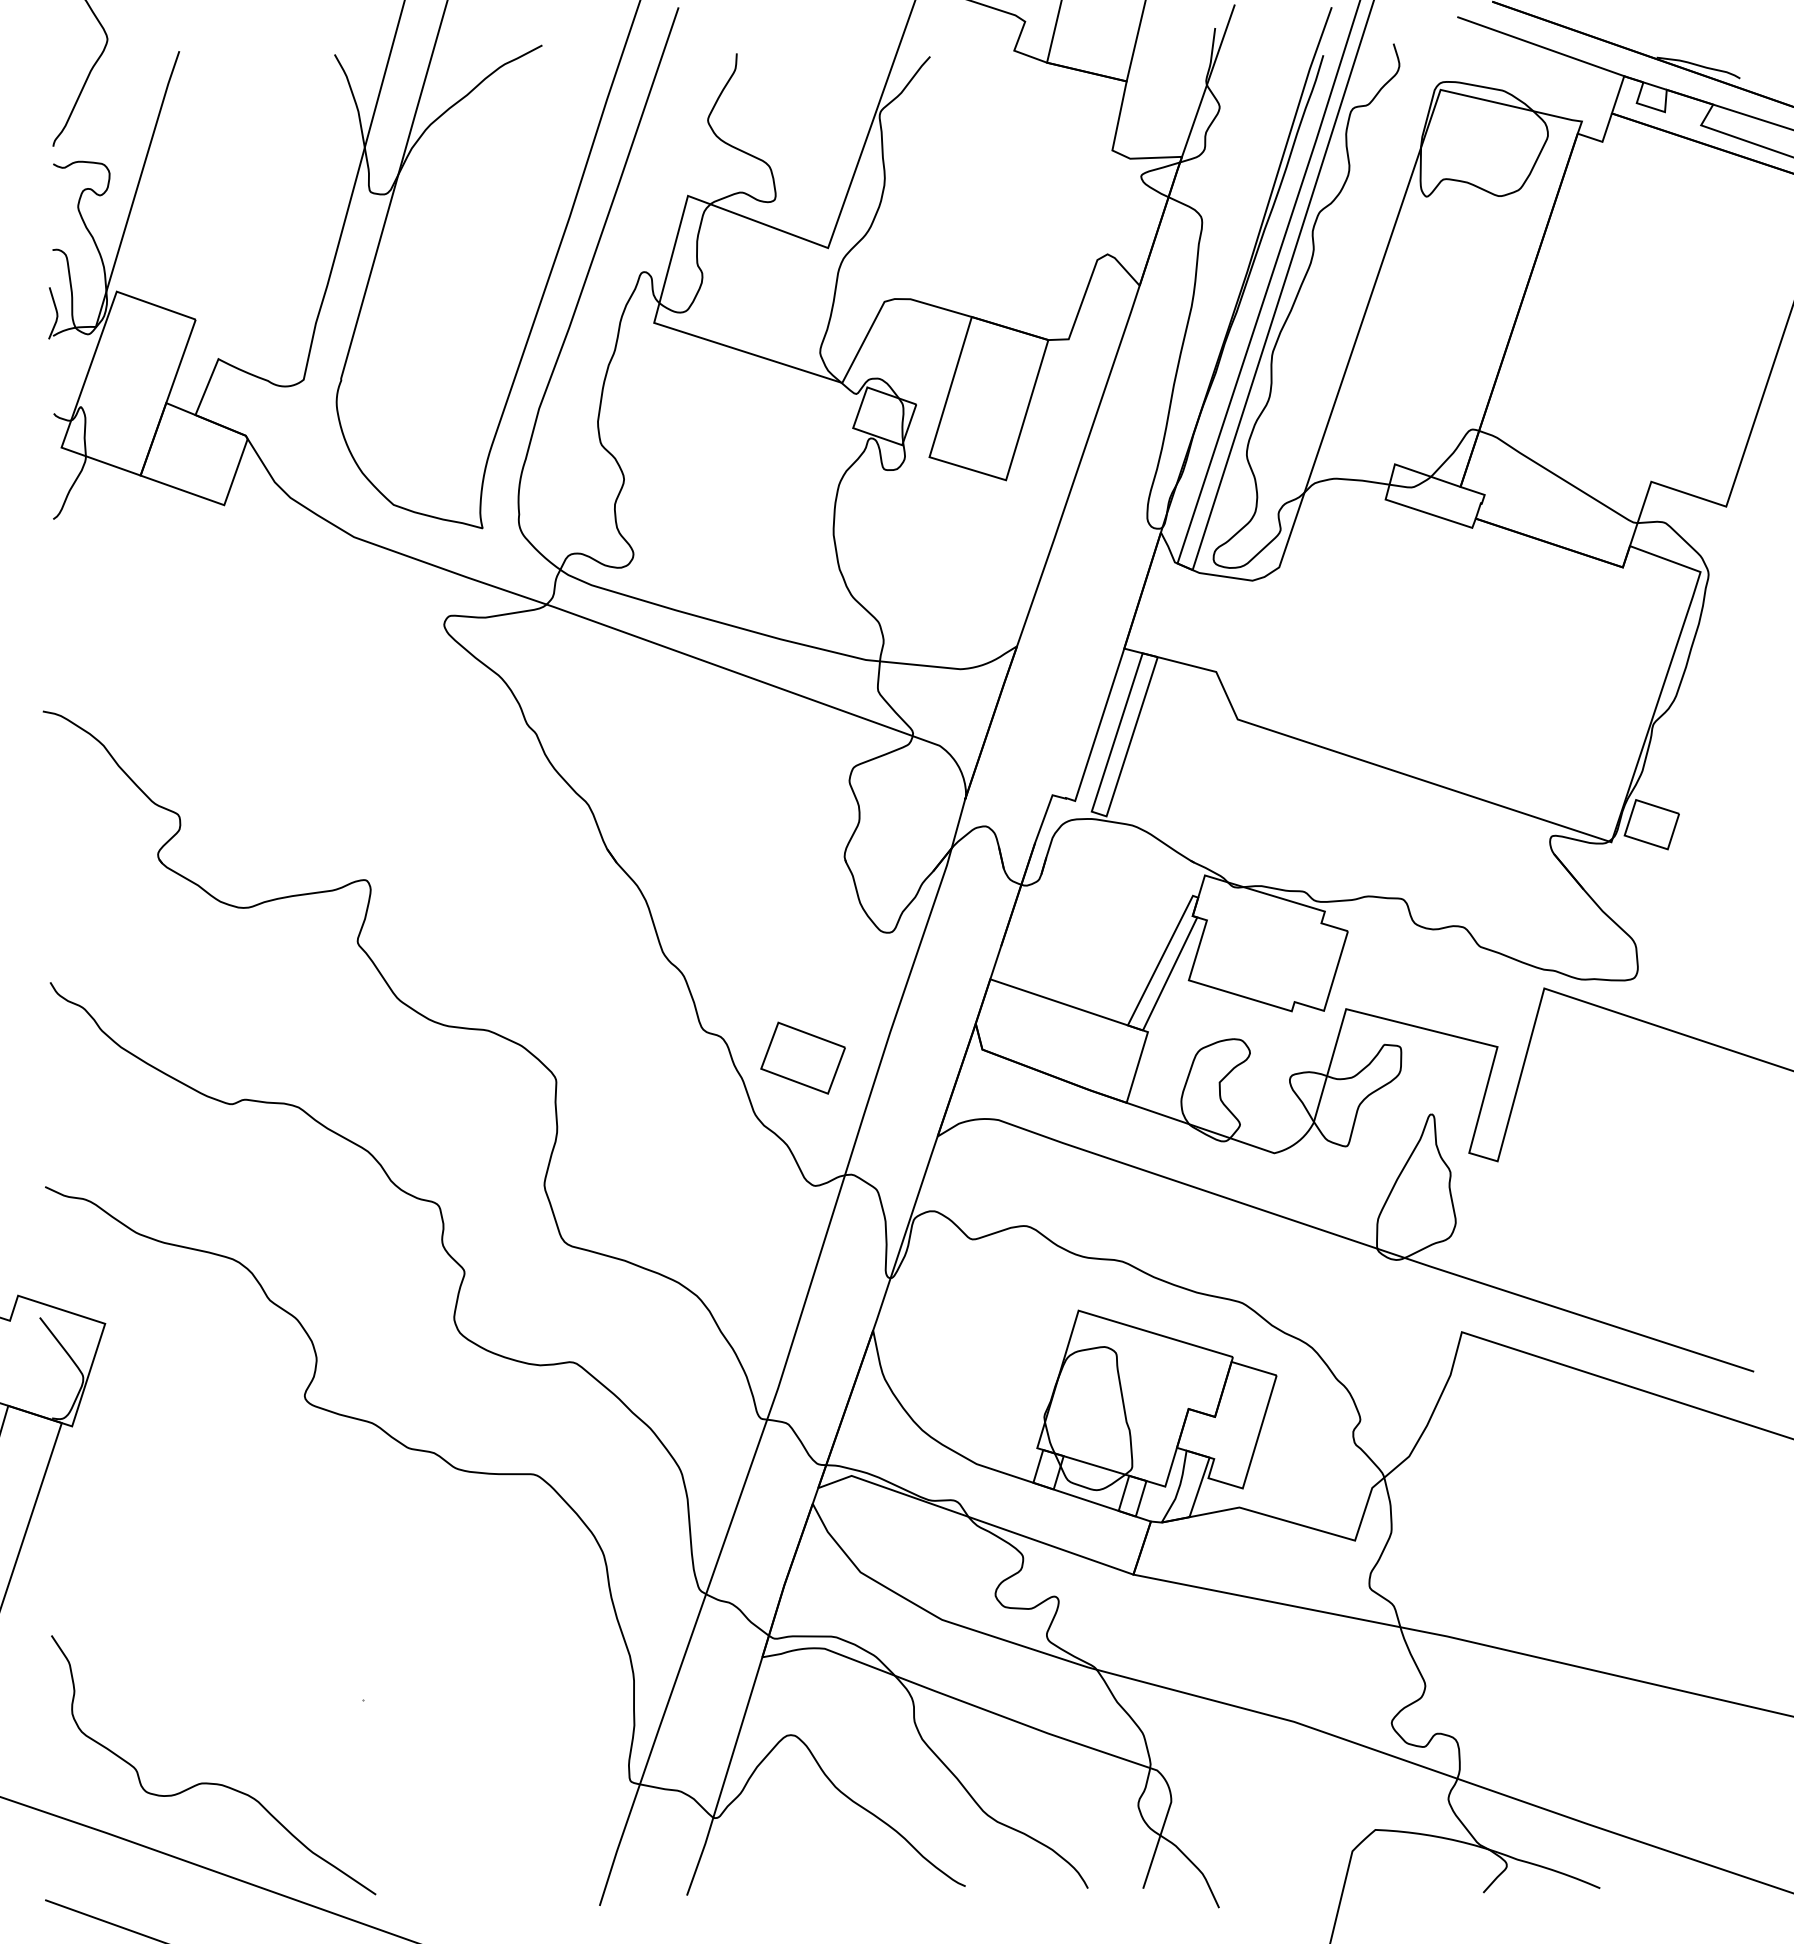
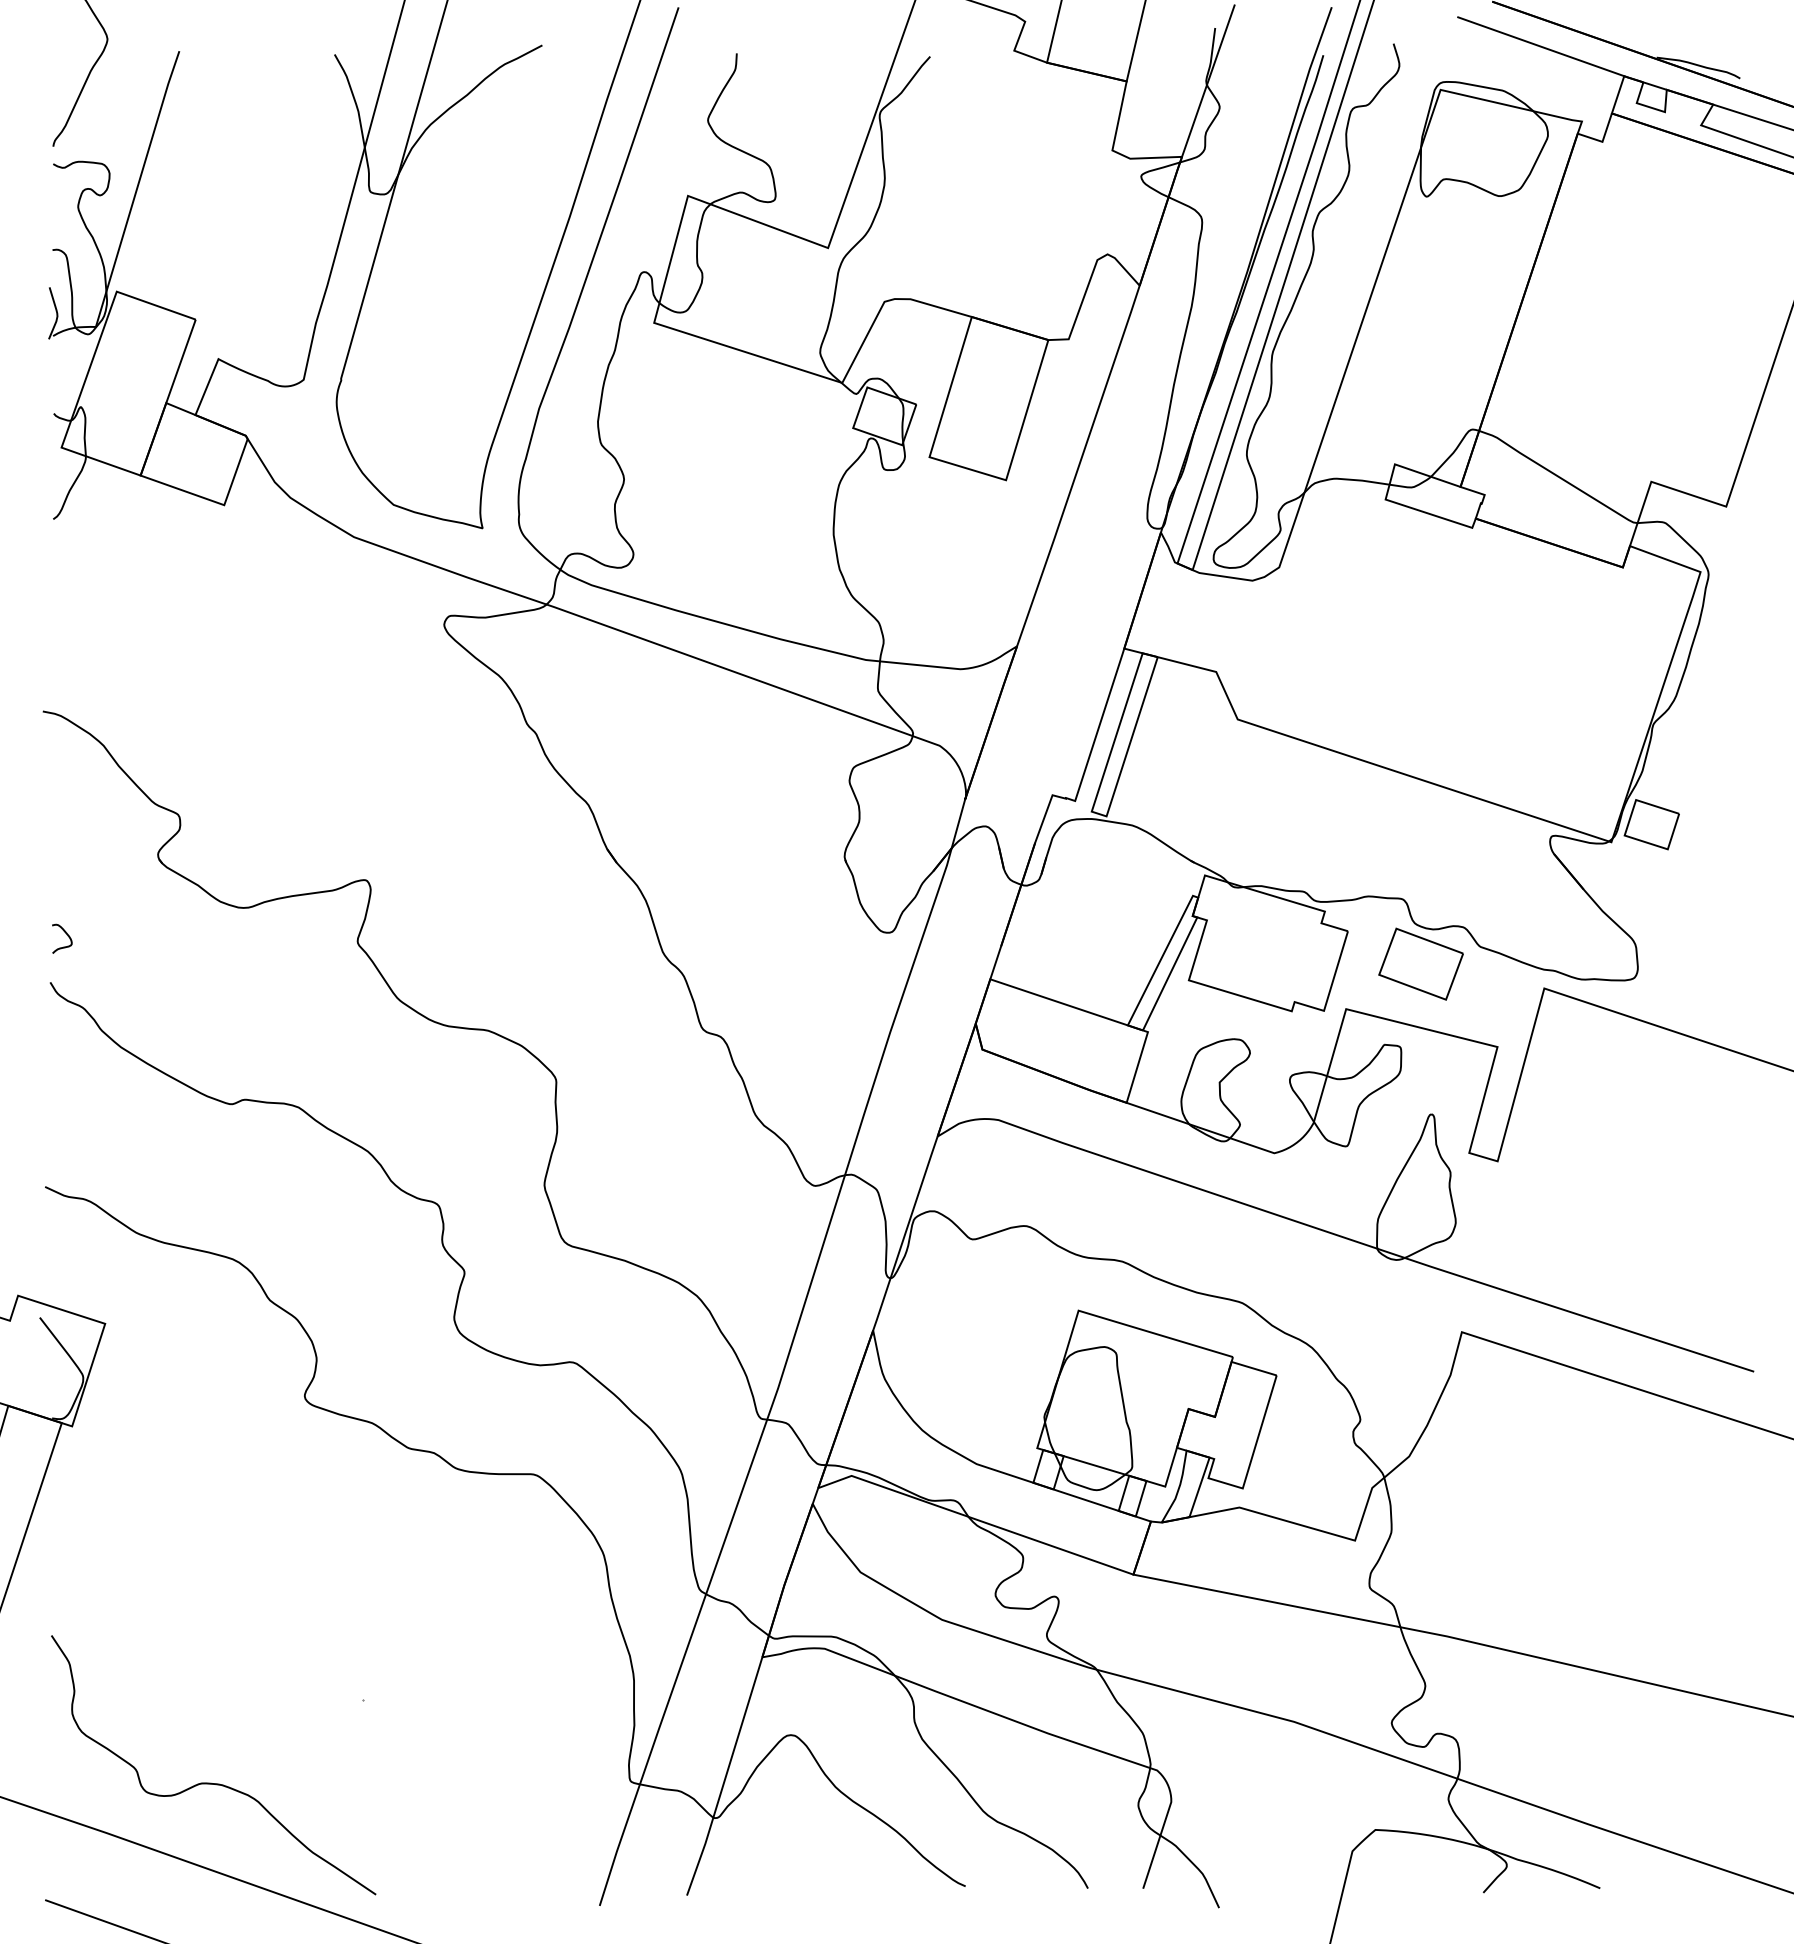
curve at (67, 936): none -> present
part at (802, 1057) position: (802, 1057) -> (1420, 963)
